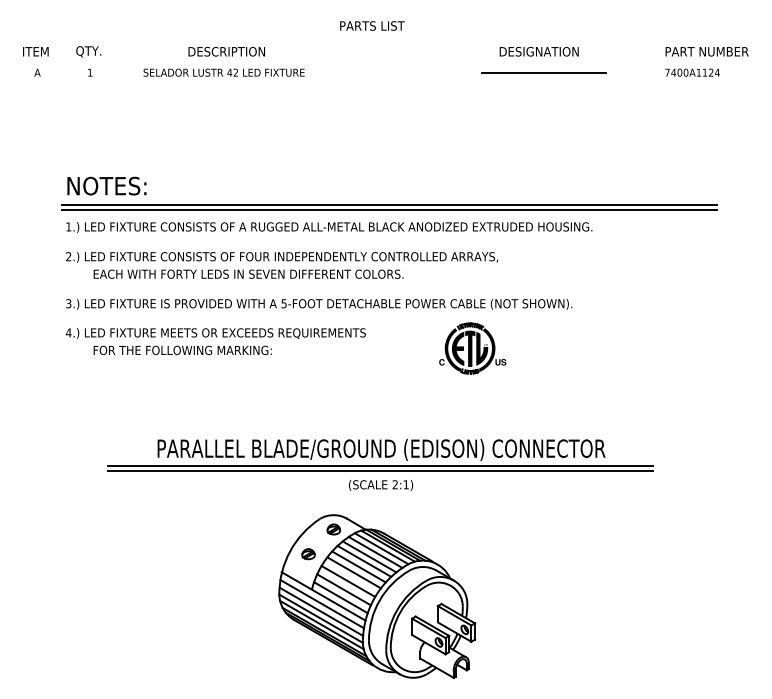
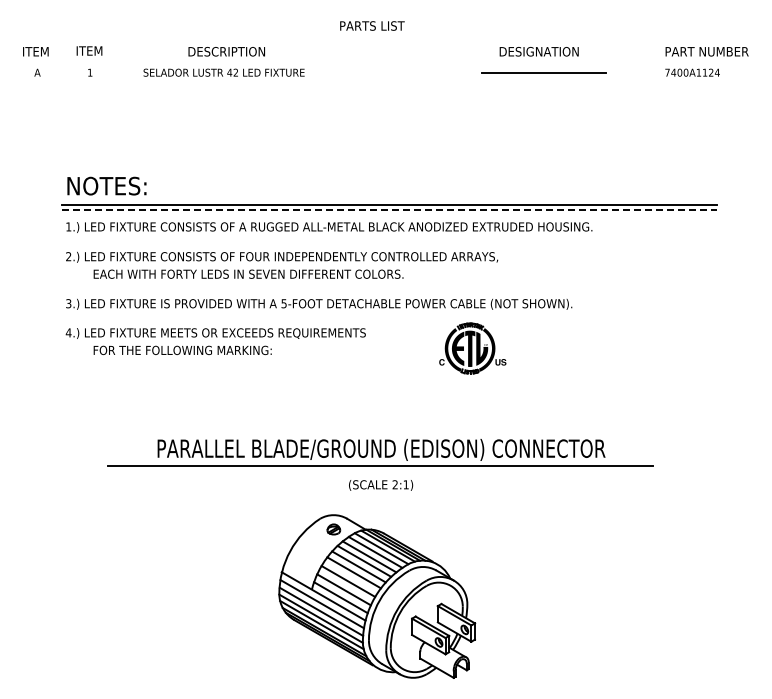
text at (89, 51): QTY. -> ITEM
line at (389, 209): solid -> dashed
line at (380, 471): present -> none
part at (308, 554): present -> none
